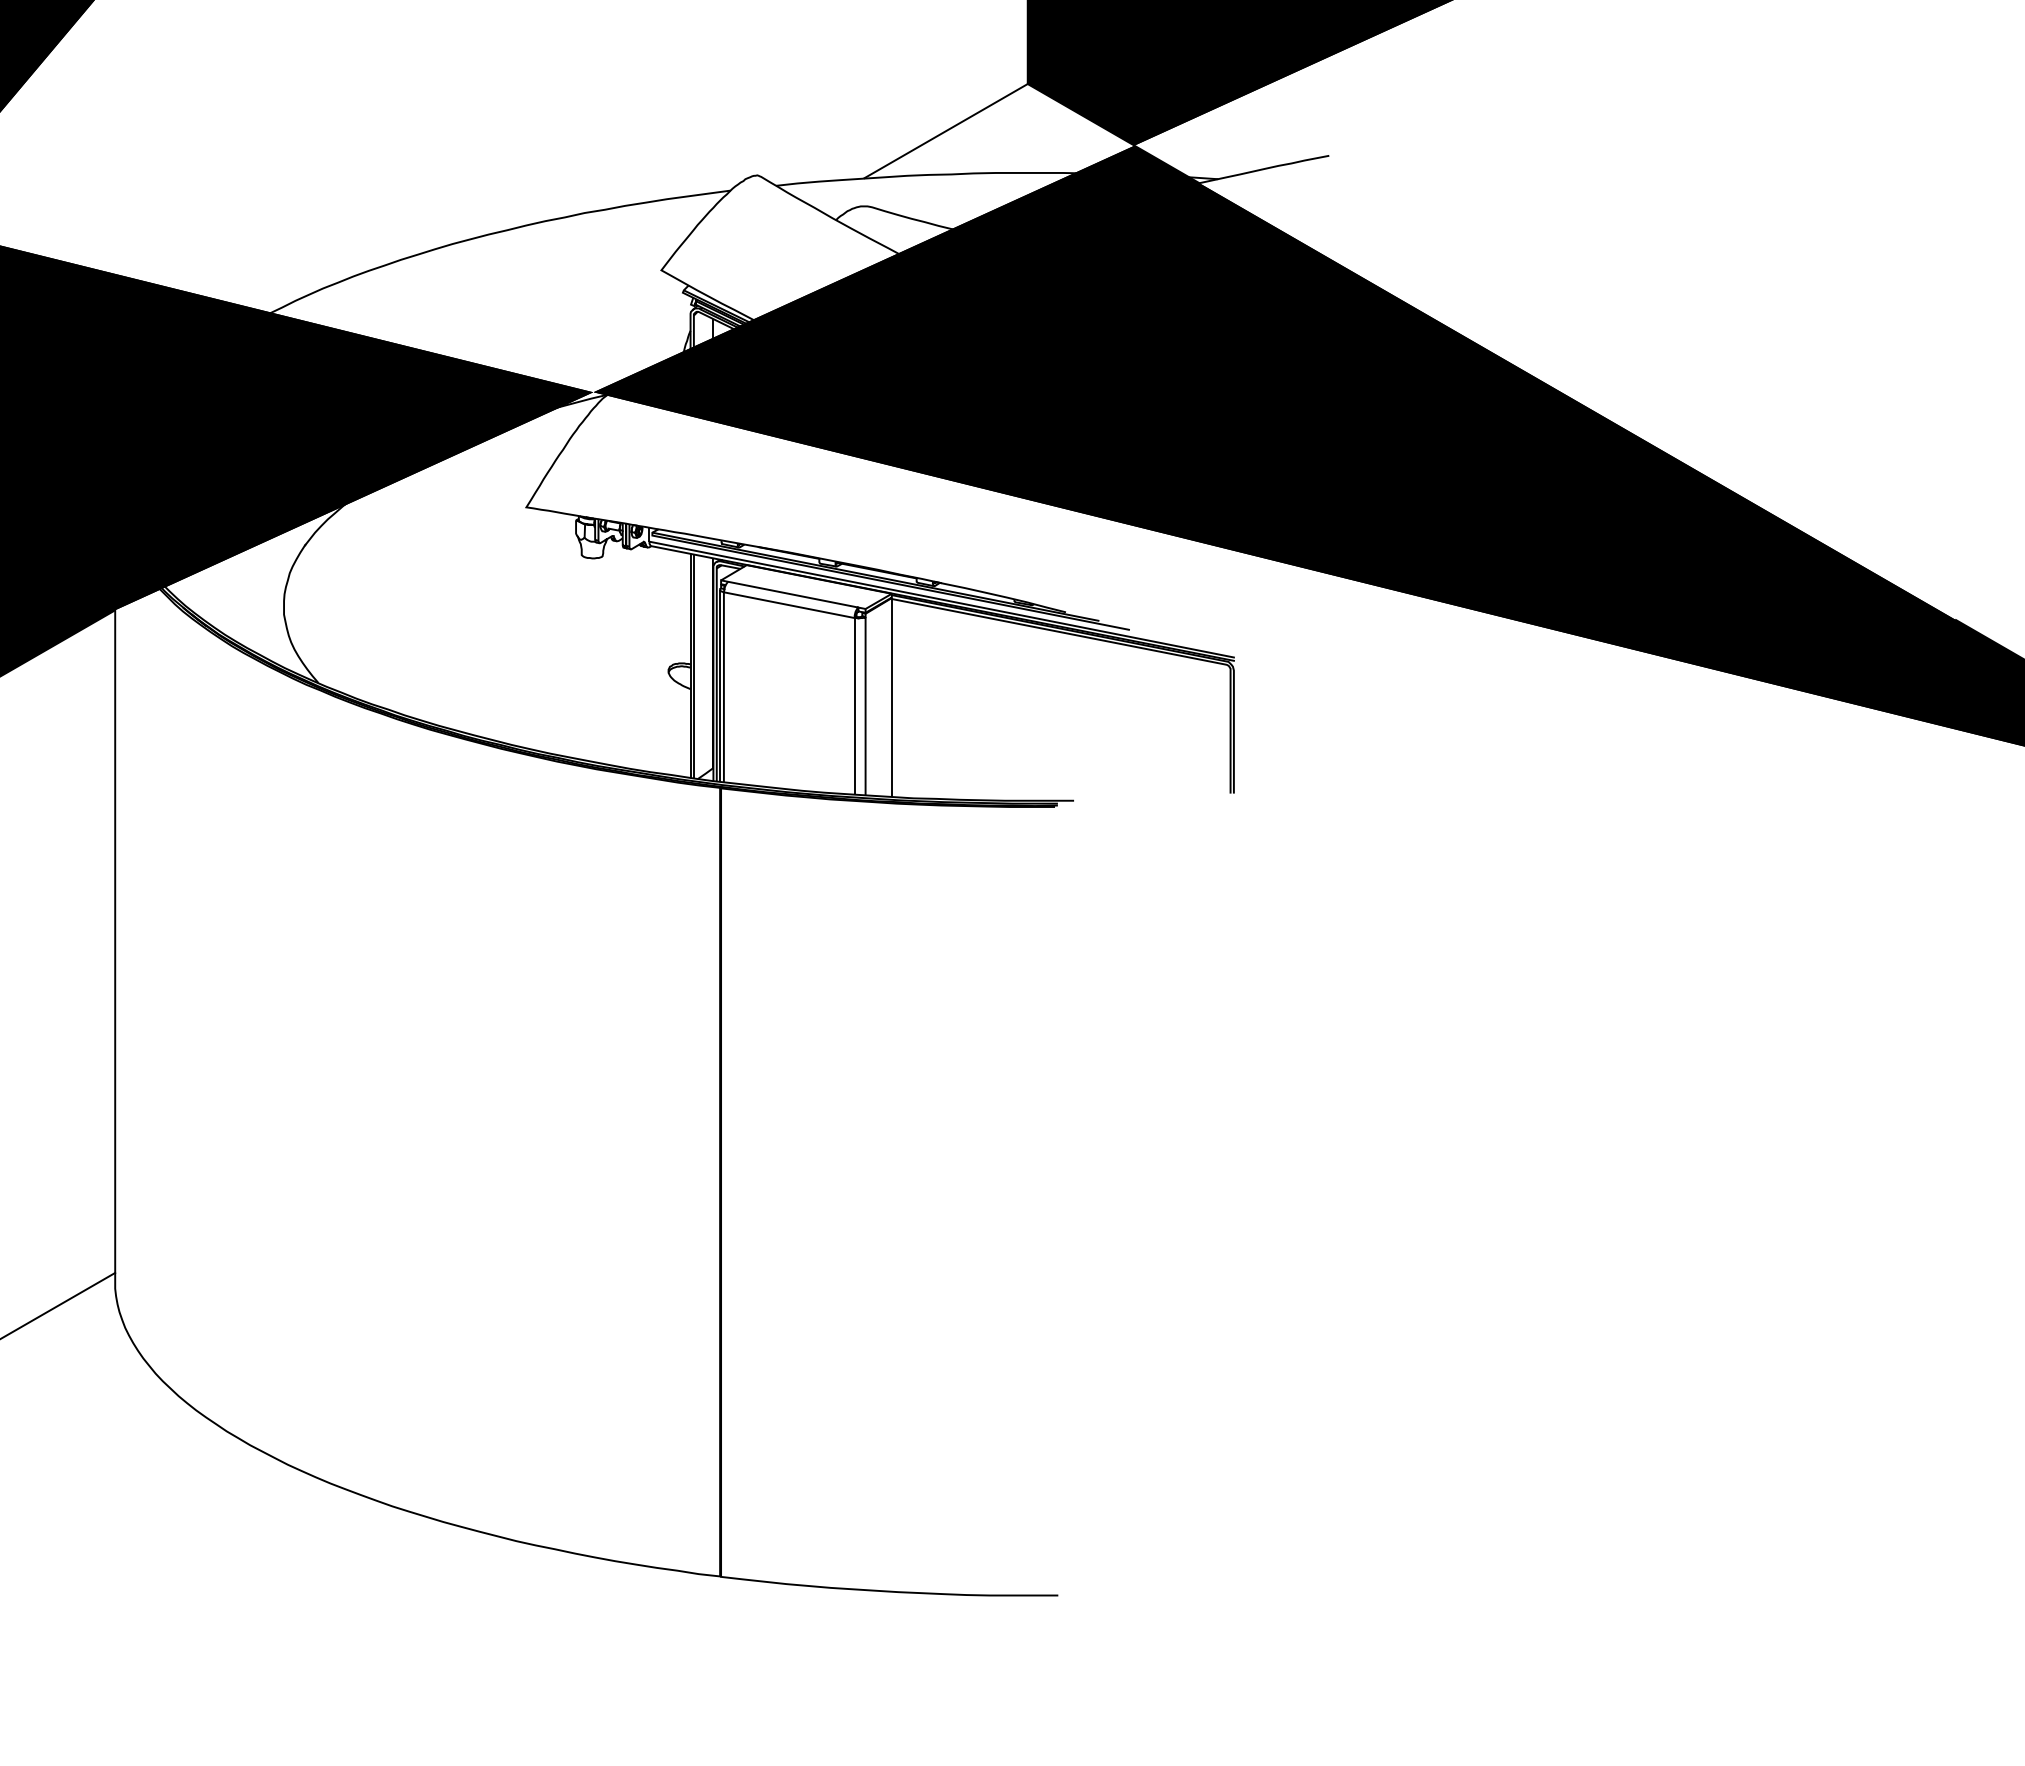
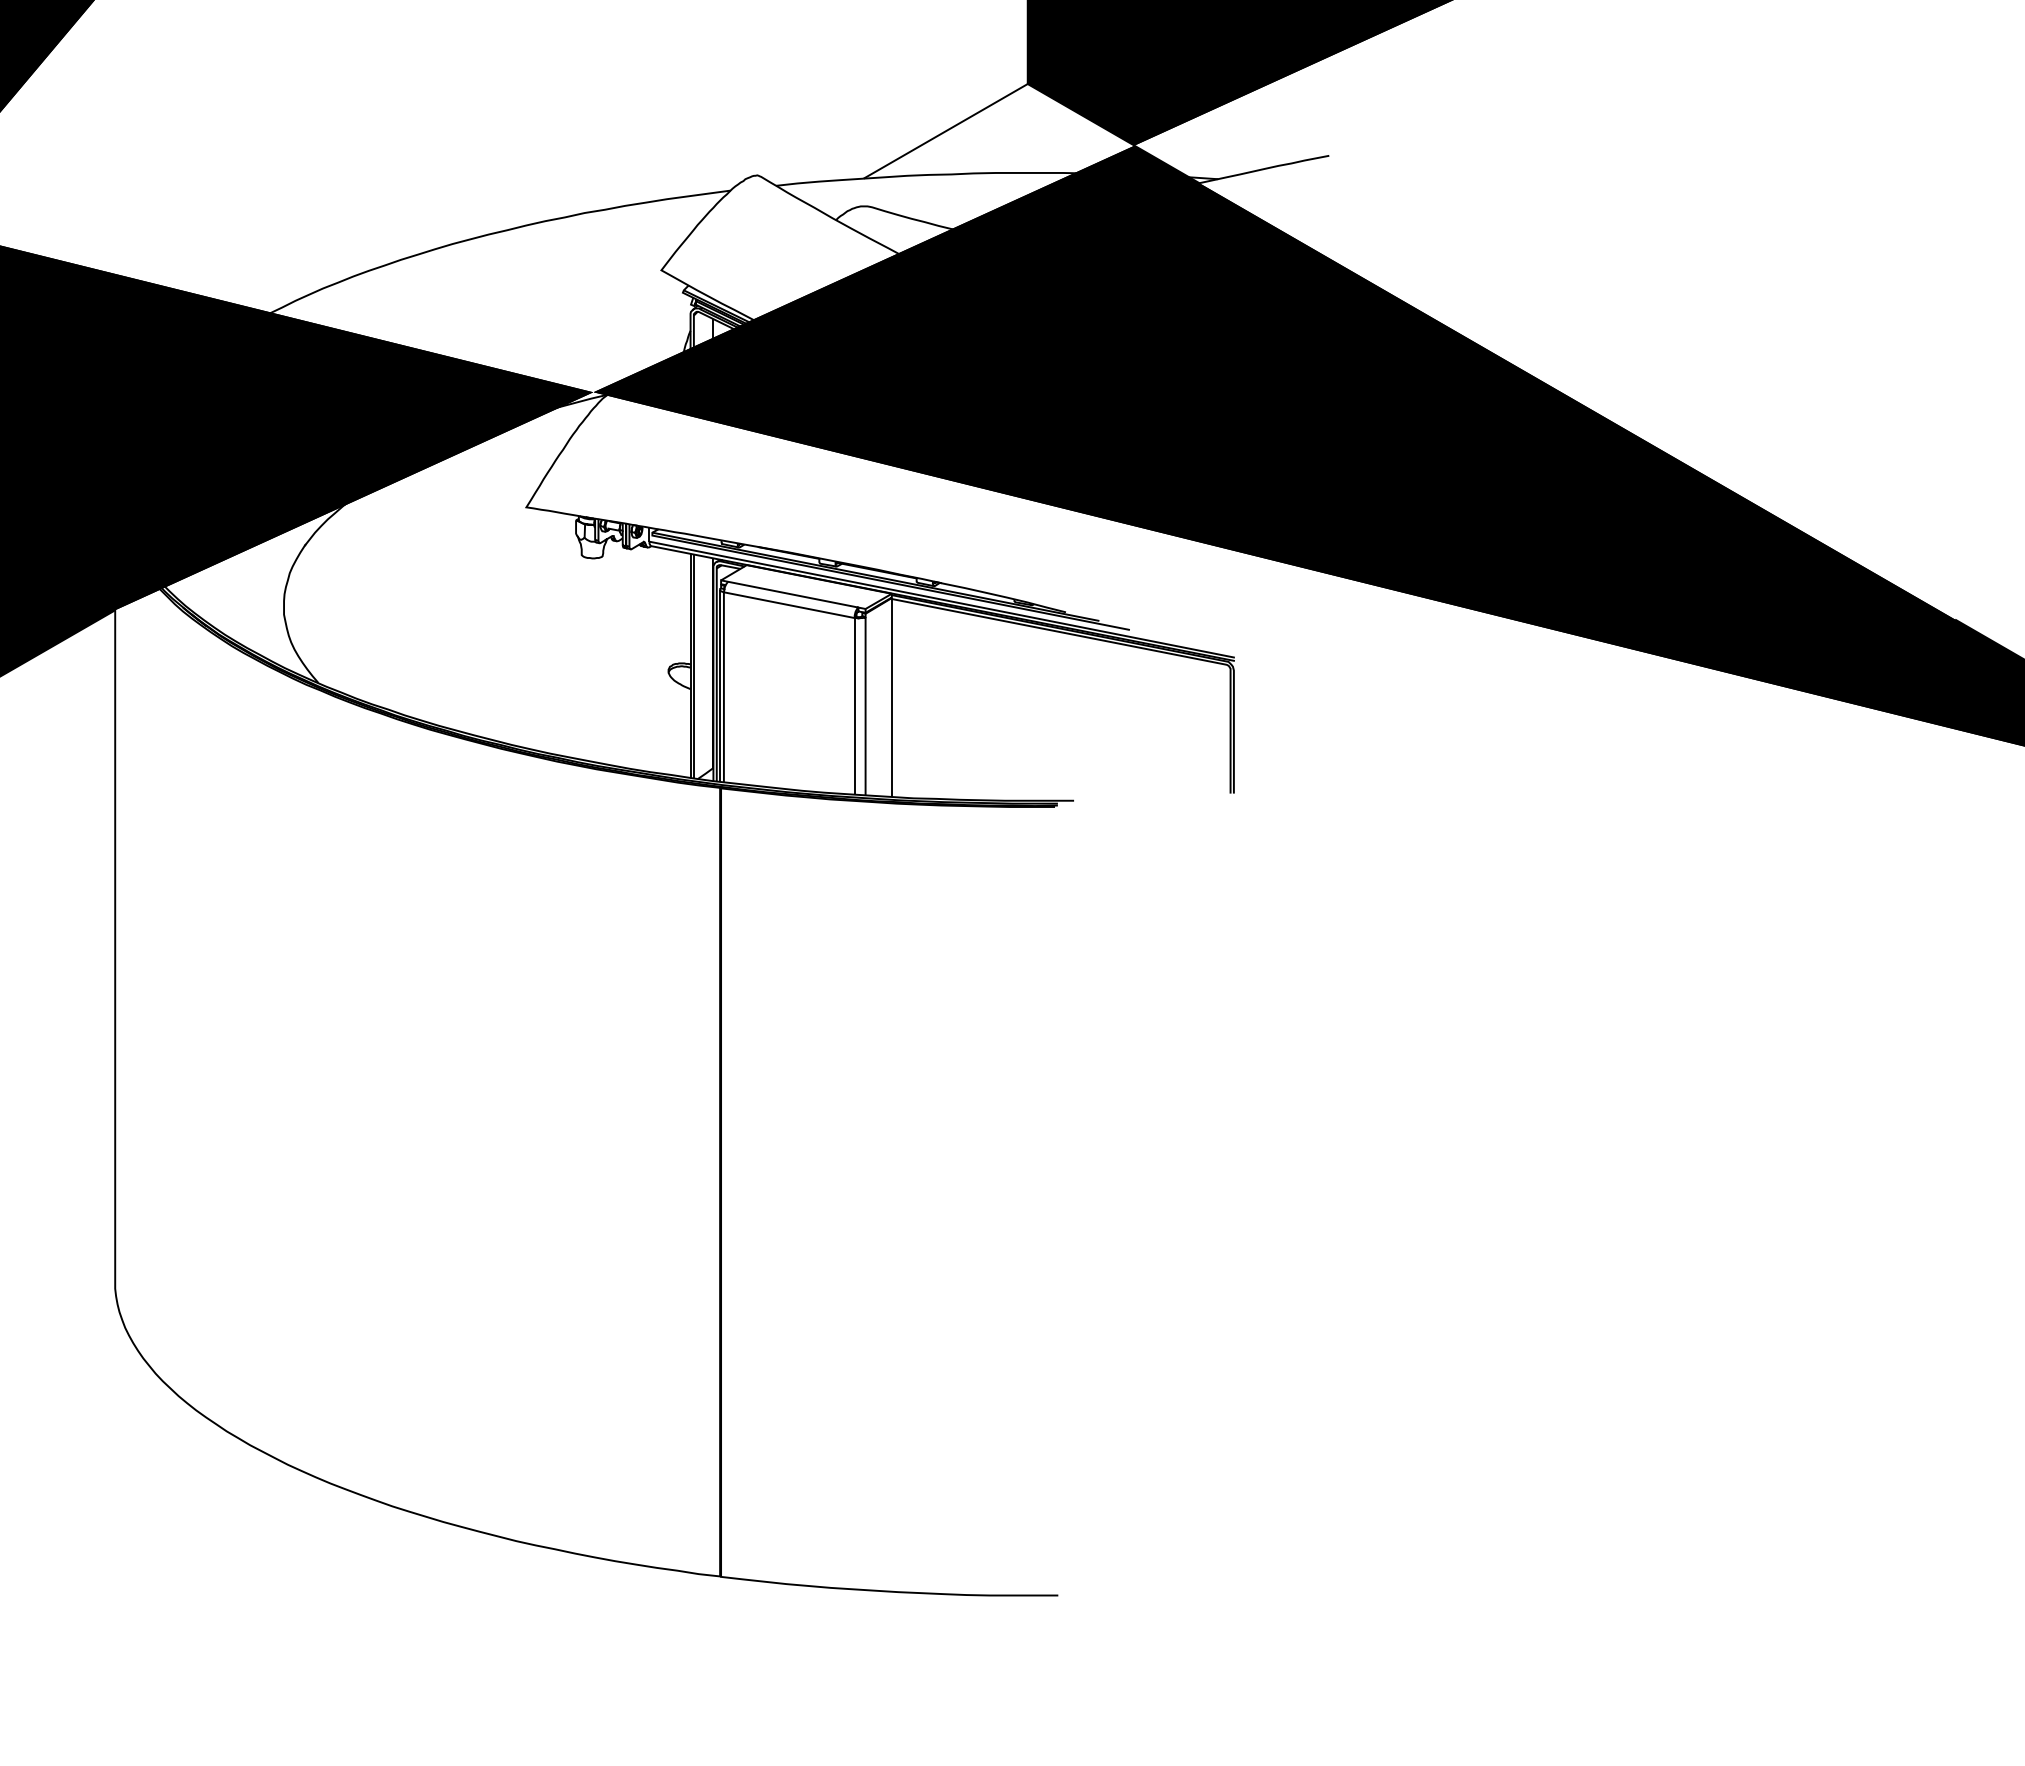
line at (58, 1304): present -> none
